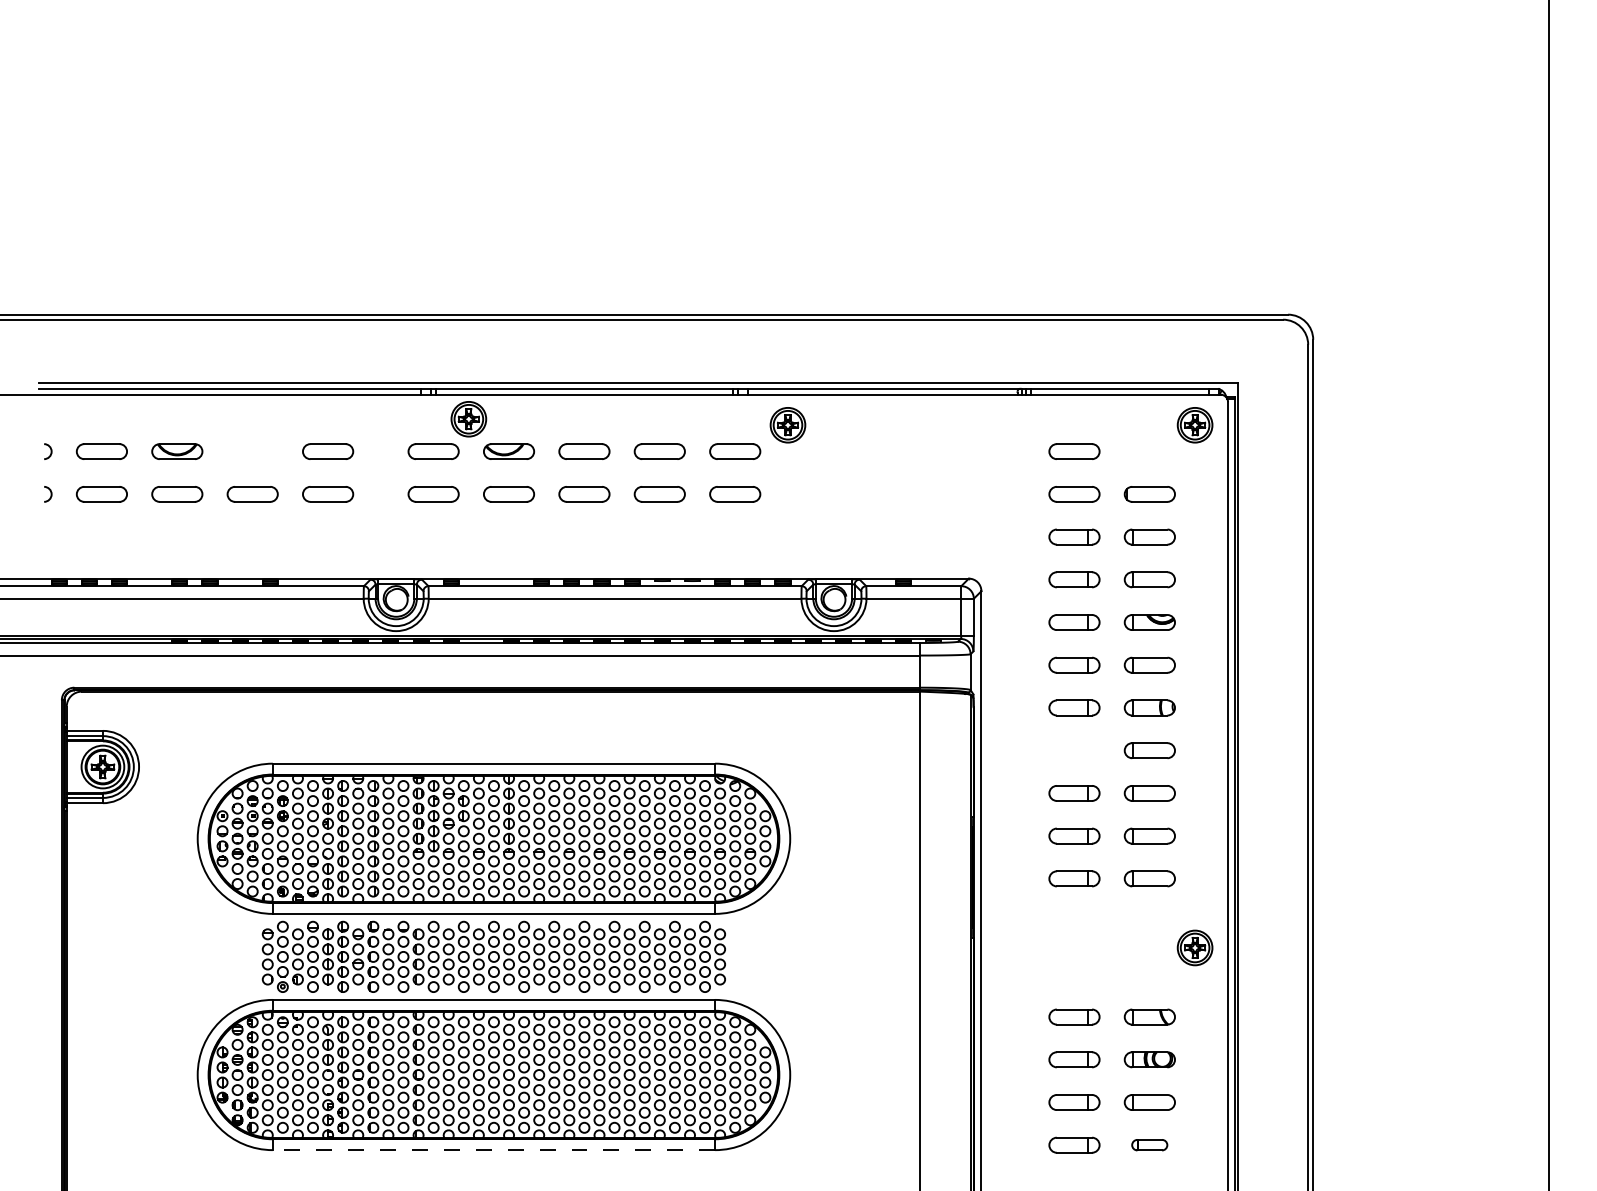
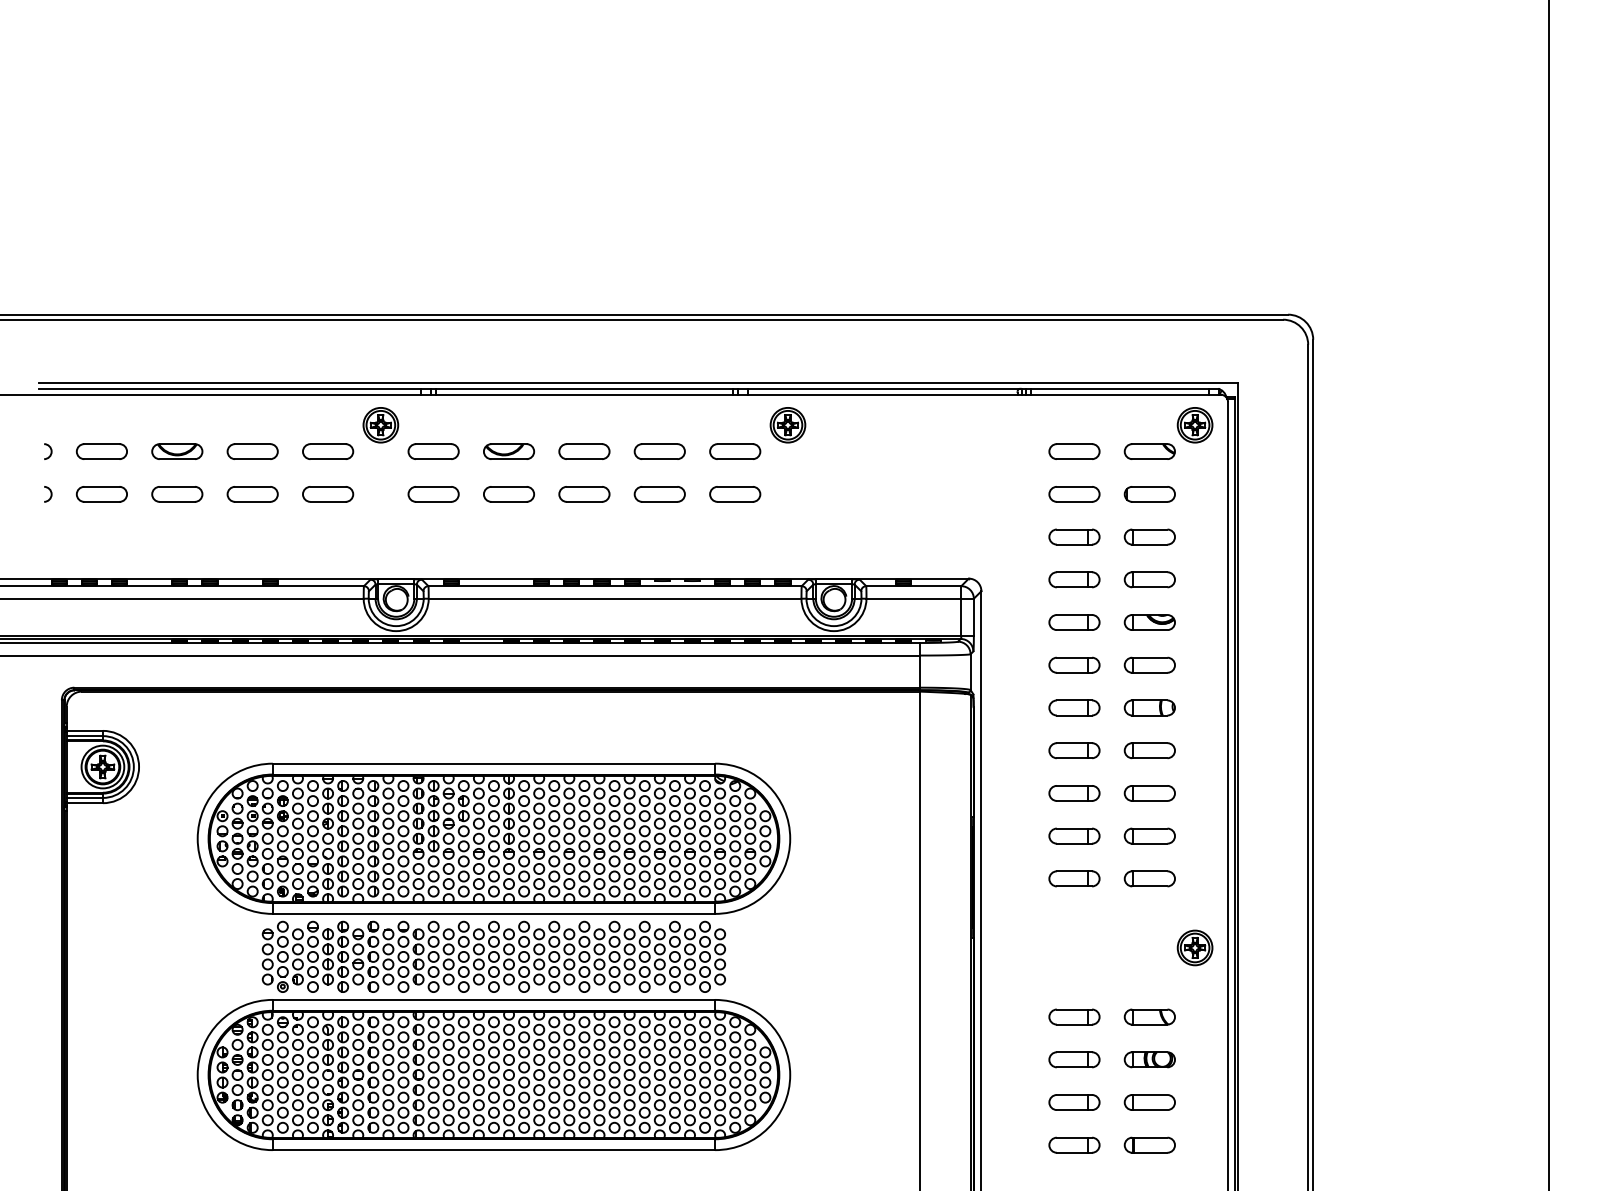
part at (468, 419) position: (468, 419) -> (380, 425)
part at (252, 451): none -> present
part at (1149, 451): none -> present
part at (1074, 750): none -> present
part at (1149, 1145) size: 38x13 px -> 53x18 px
line at (493, 1150): dashed -> solid
